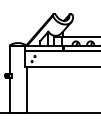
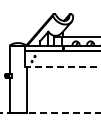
line at (63, 67): solid -> dashed
line at (50, 112): solid -> dashed
